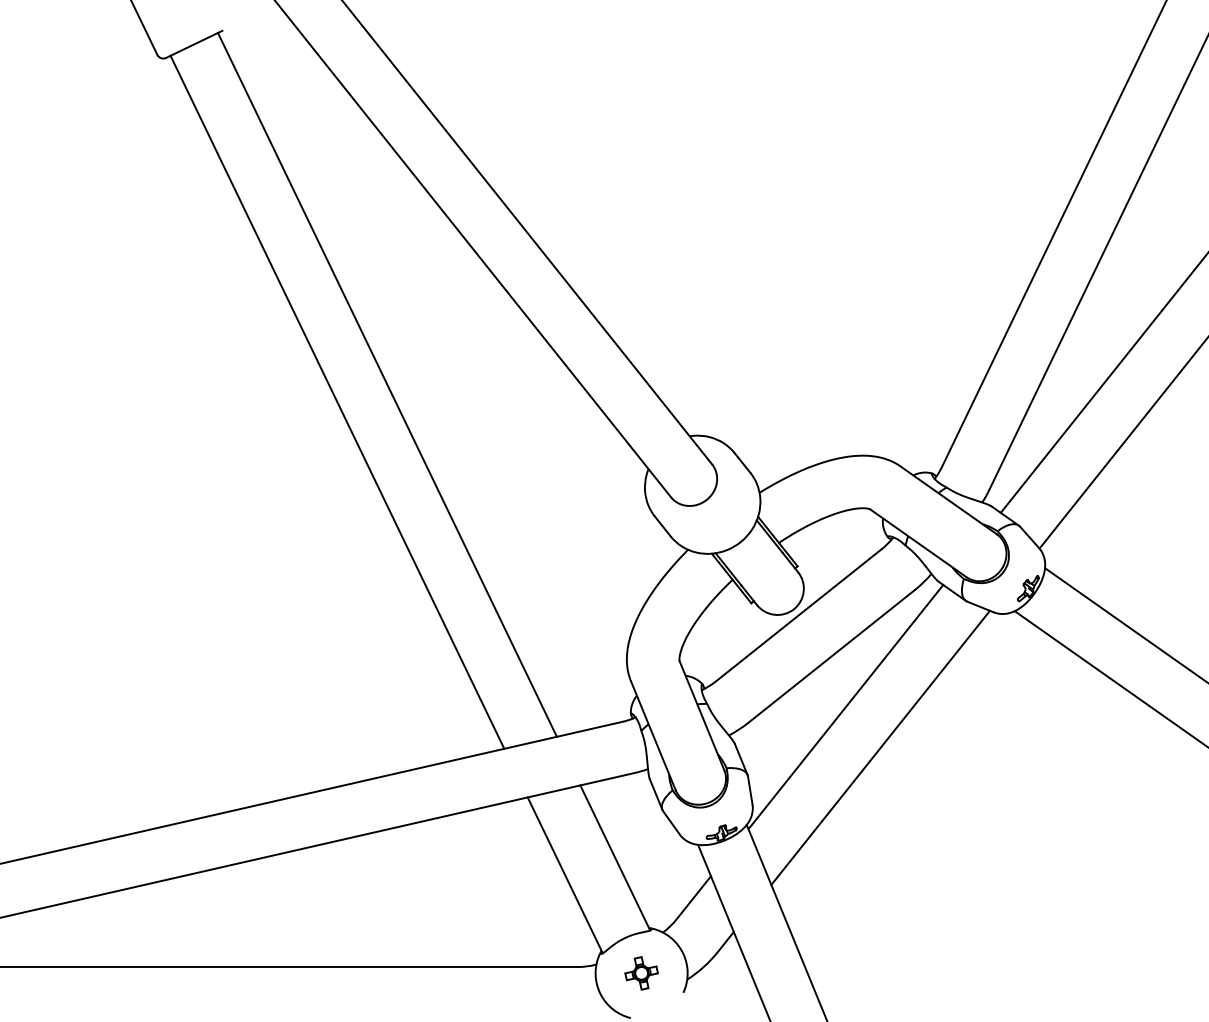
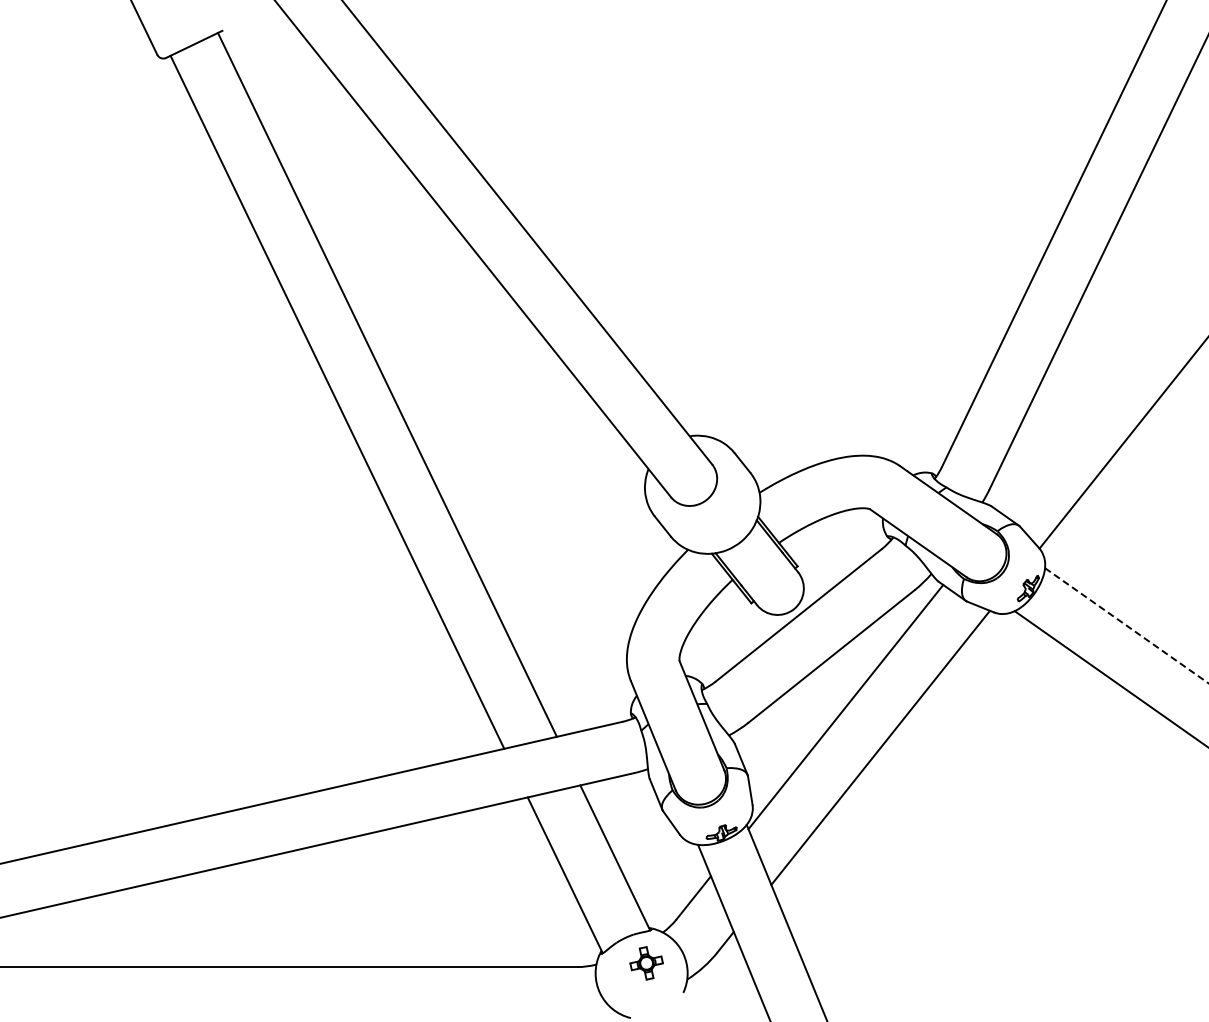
line at (1102, 384): present -> none
line at (1126, 625): solid -> dashed
part at (641, 973) position: (641, 973) -> (646, 963)
